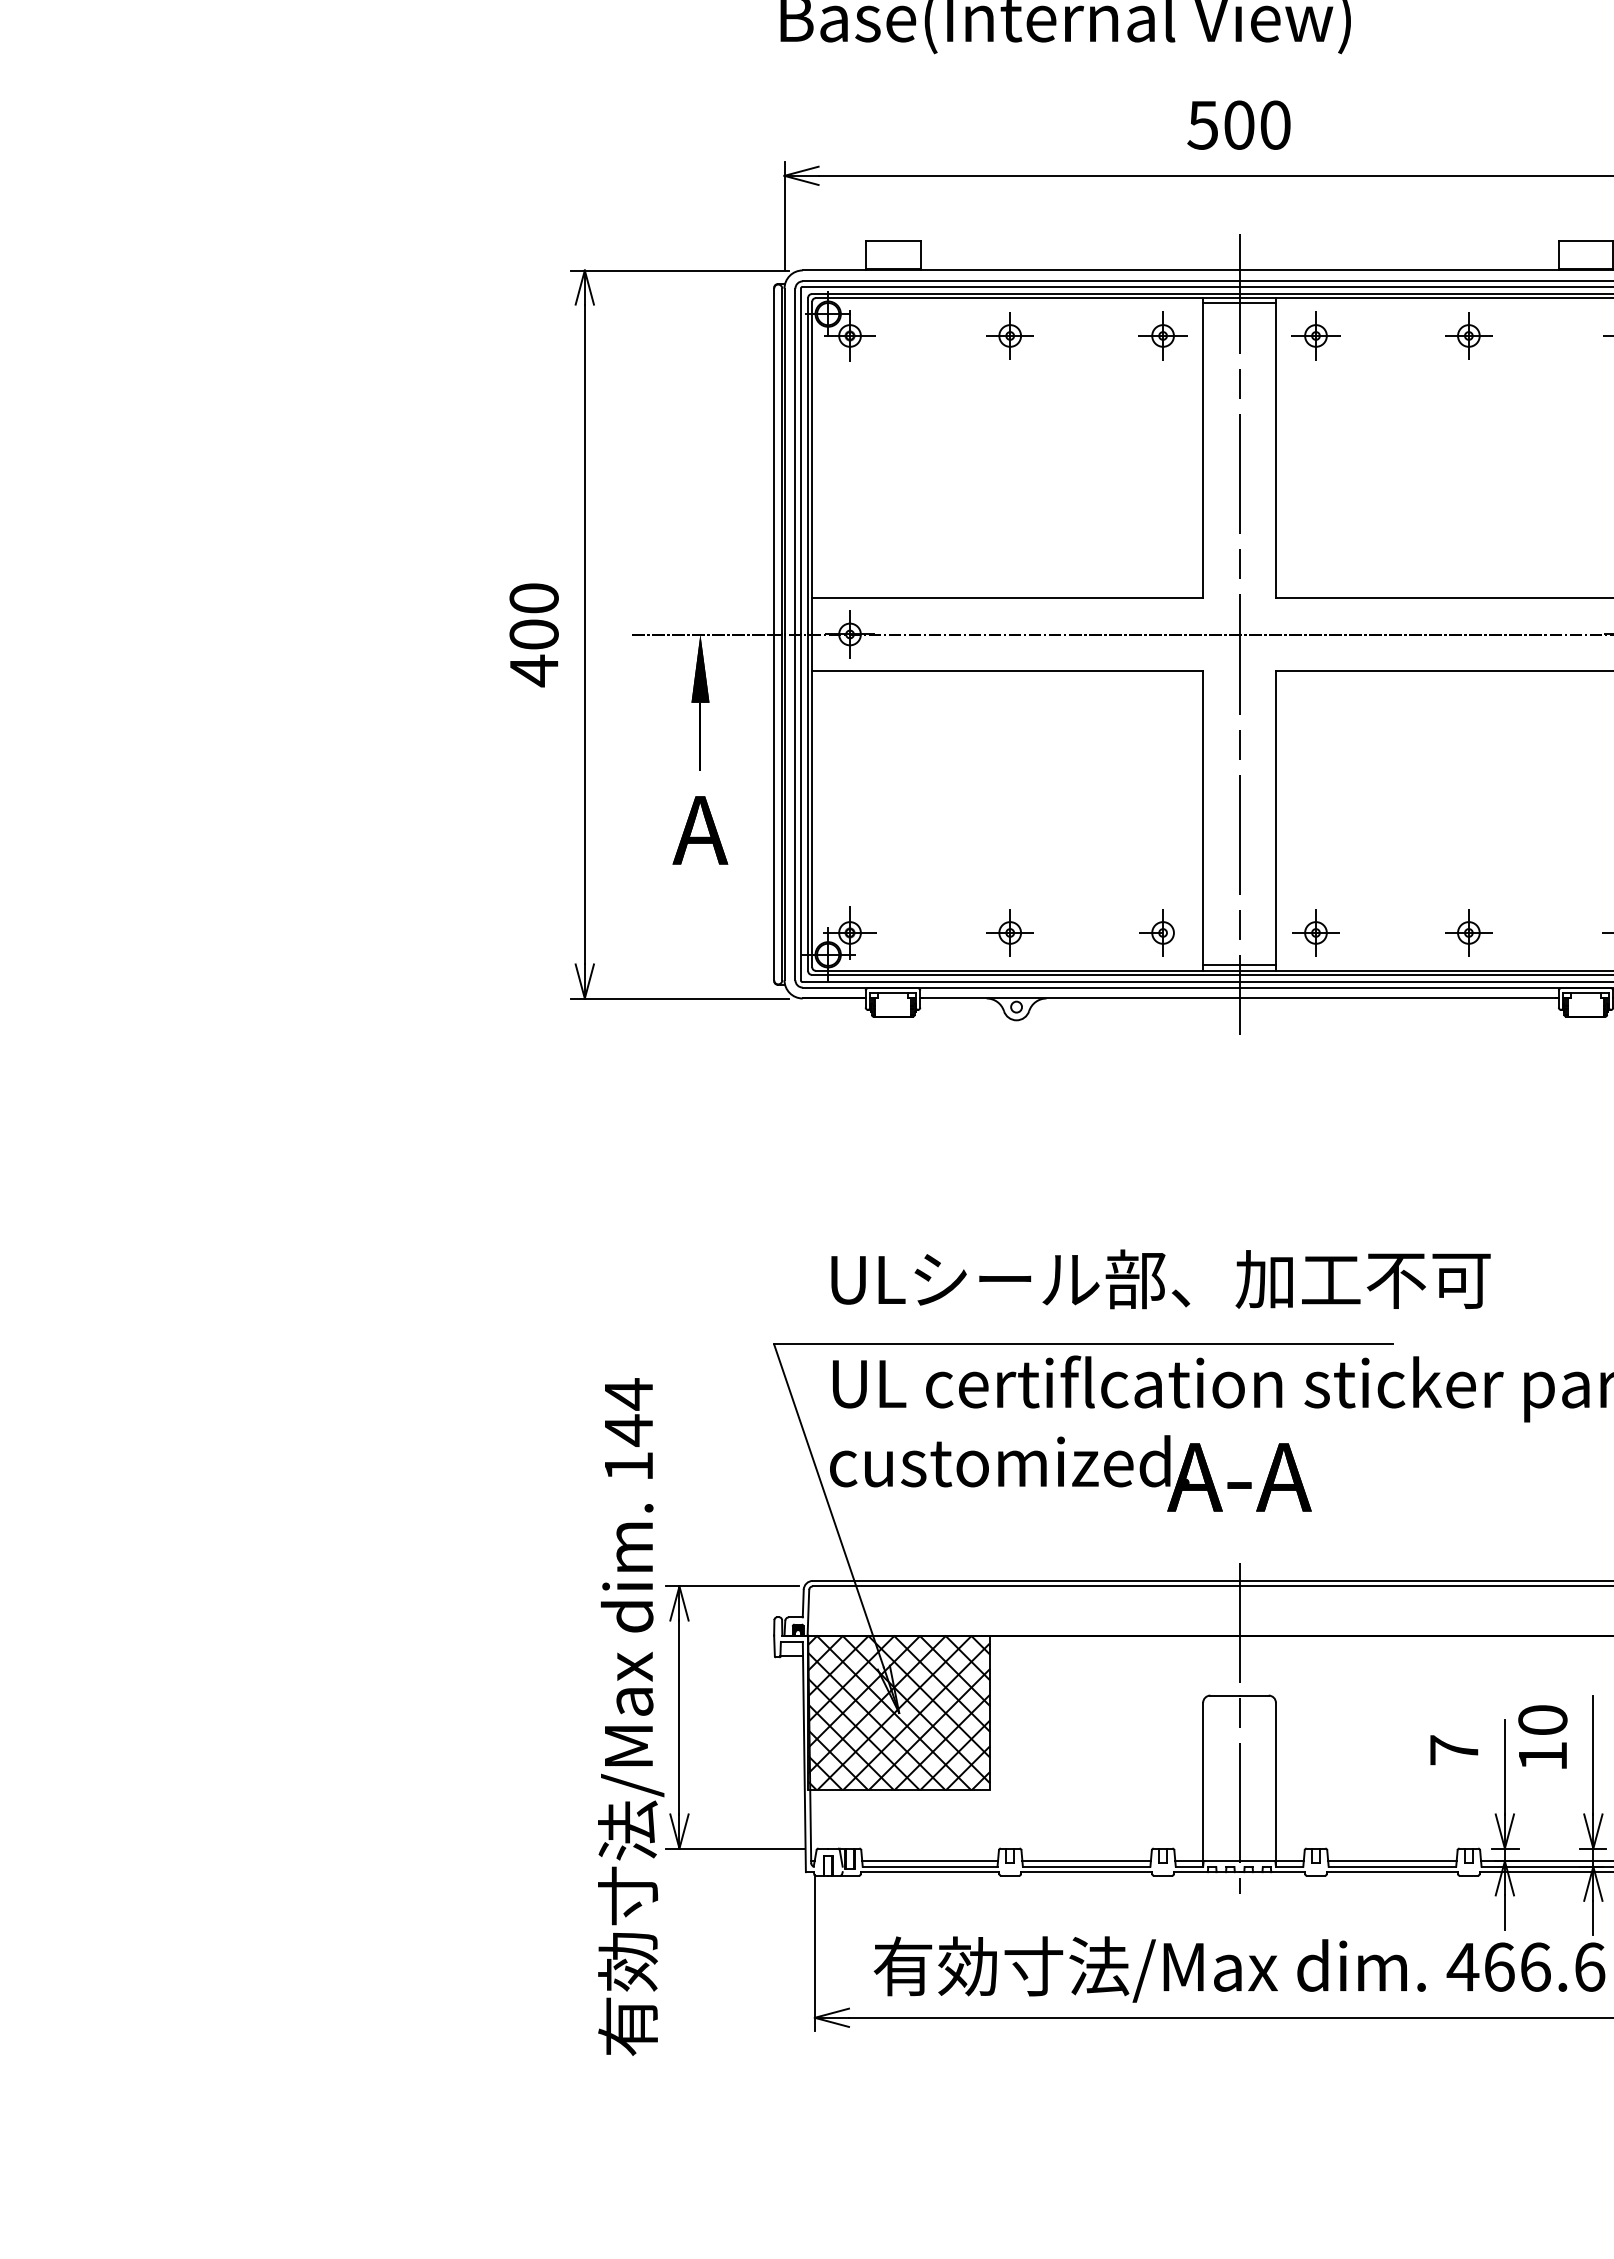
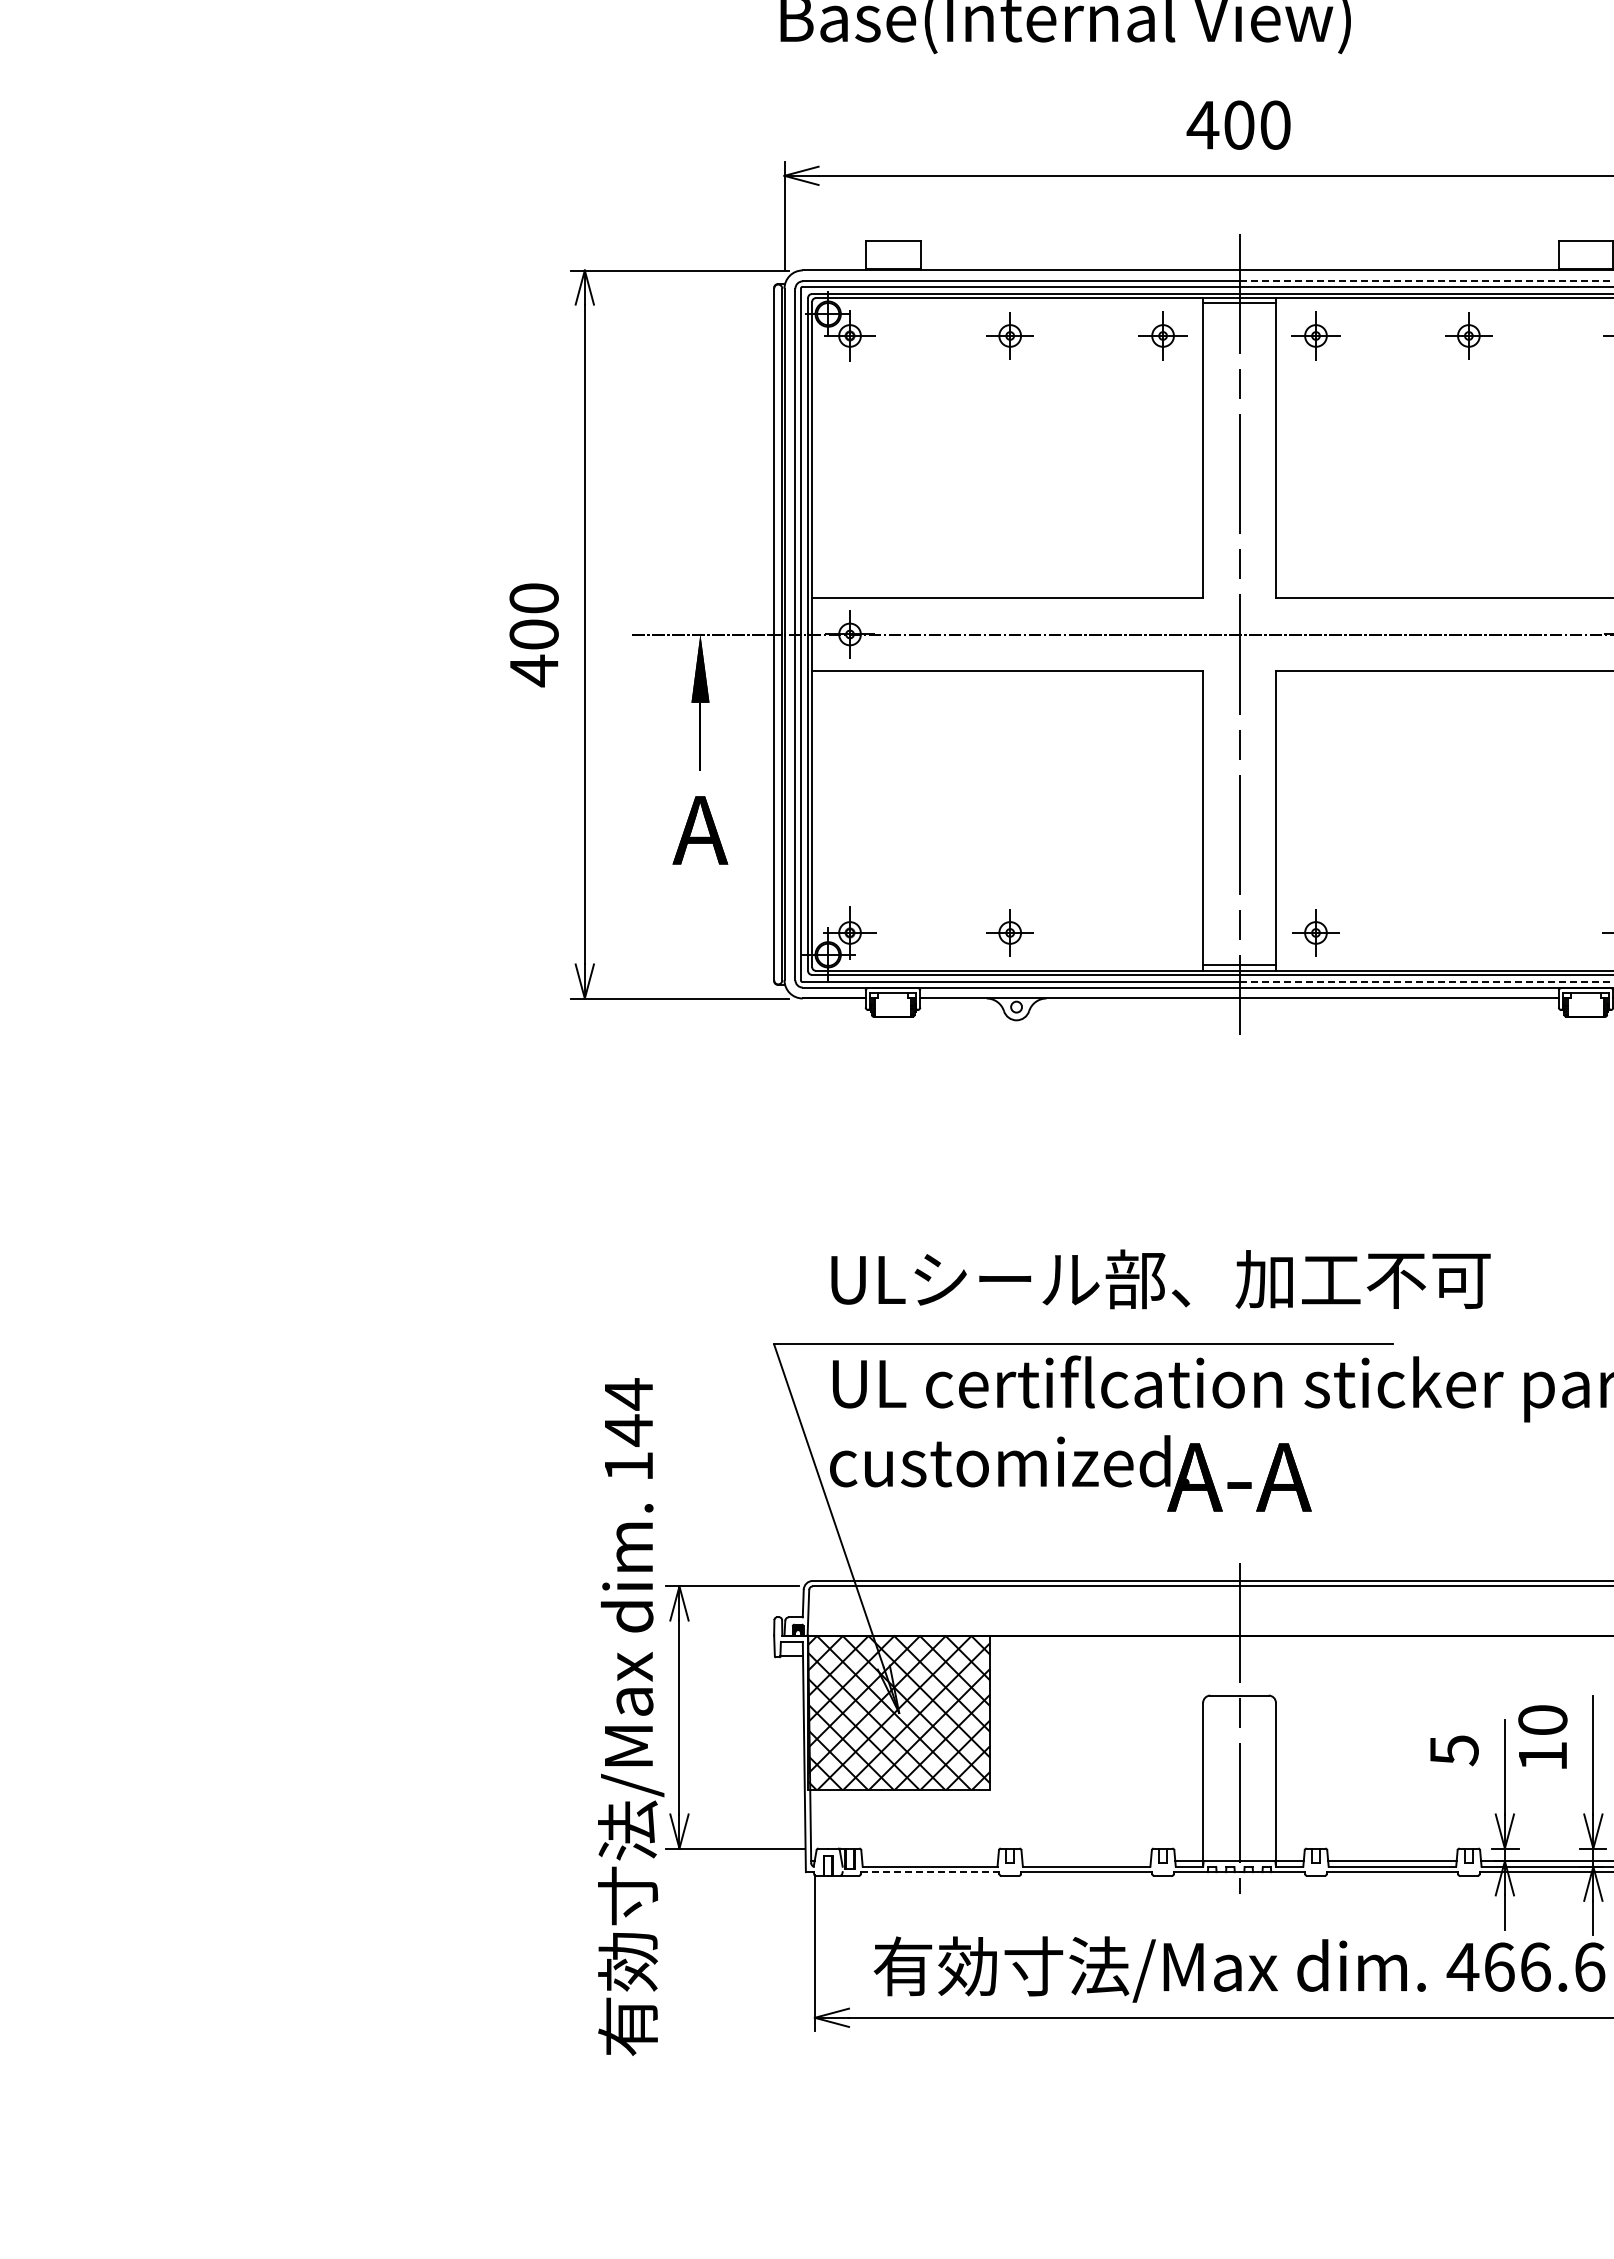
text at (1202, 125): 500 -> 400
line at (1426, 281): solid -> dashed
part at (1156, 932): present -> none
part at (1468, 932): present -> none
line at (1426, 982): solid -> dashed
text at (1454, 1750): 7 -> 5
line at (930, 1861): present -> none
line at (1086, 1861): present -> none
line at (930, 1872): solid -> dashed
